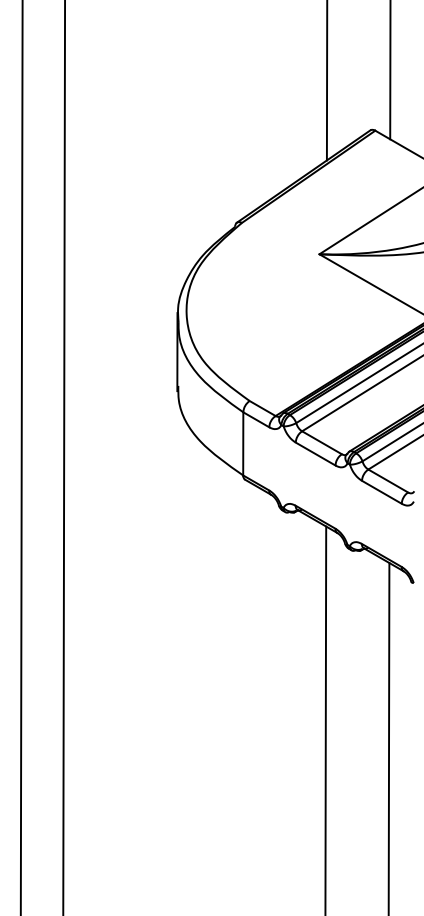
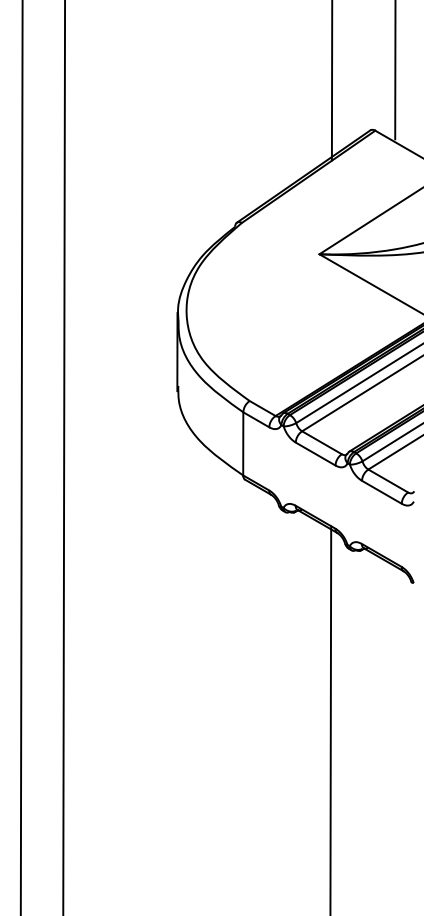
line at (390, 70) position: (390, 70) -> (395, 70)
line at (326, 81) position: (326, 81) -> (331, 81)
line at (325, 719) position: (325, 719) -> (330, 719)
line at (388, 737): present -> none
